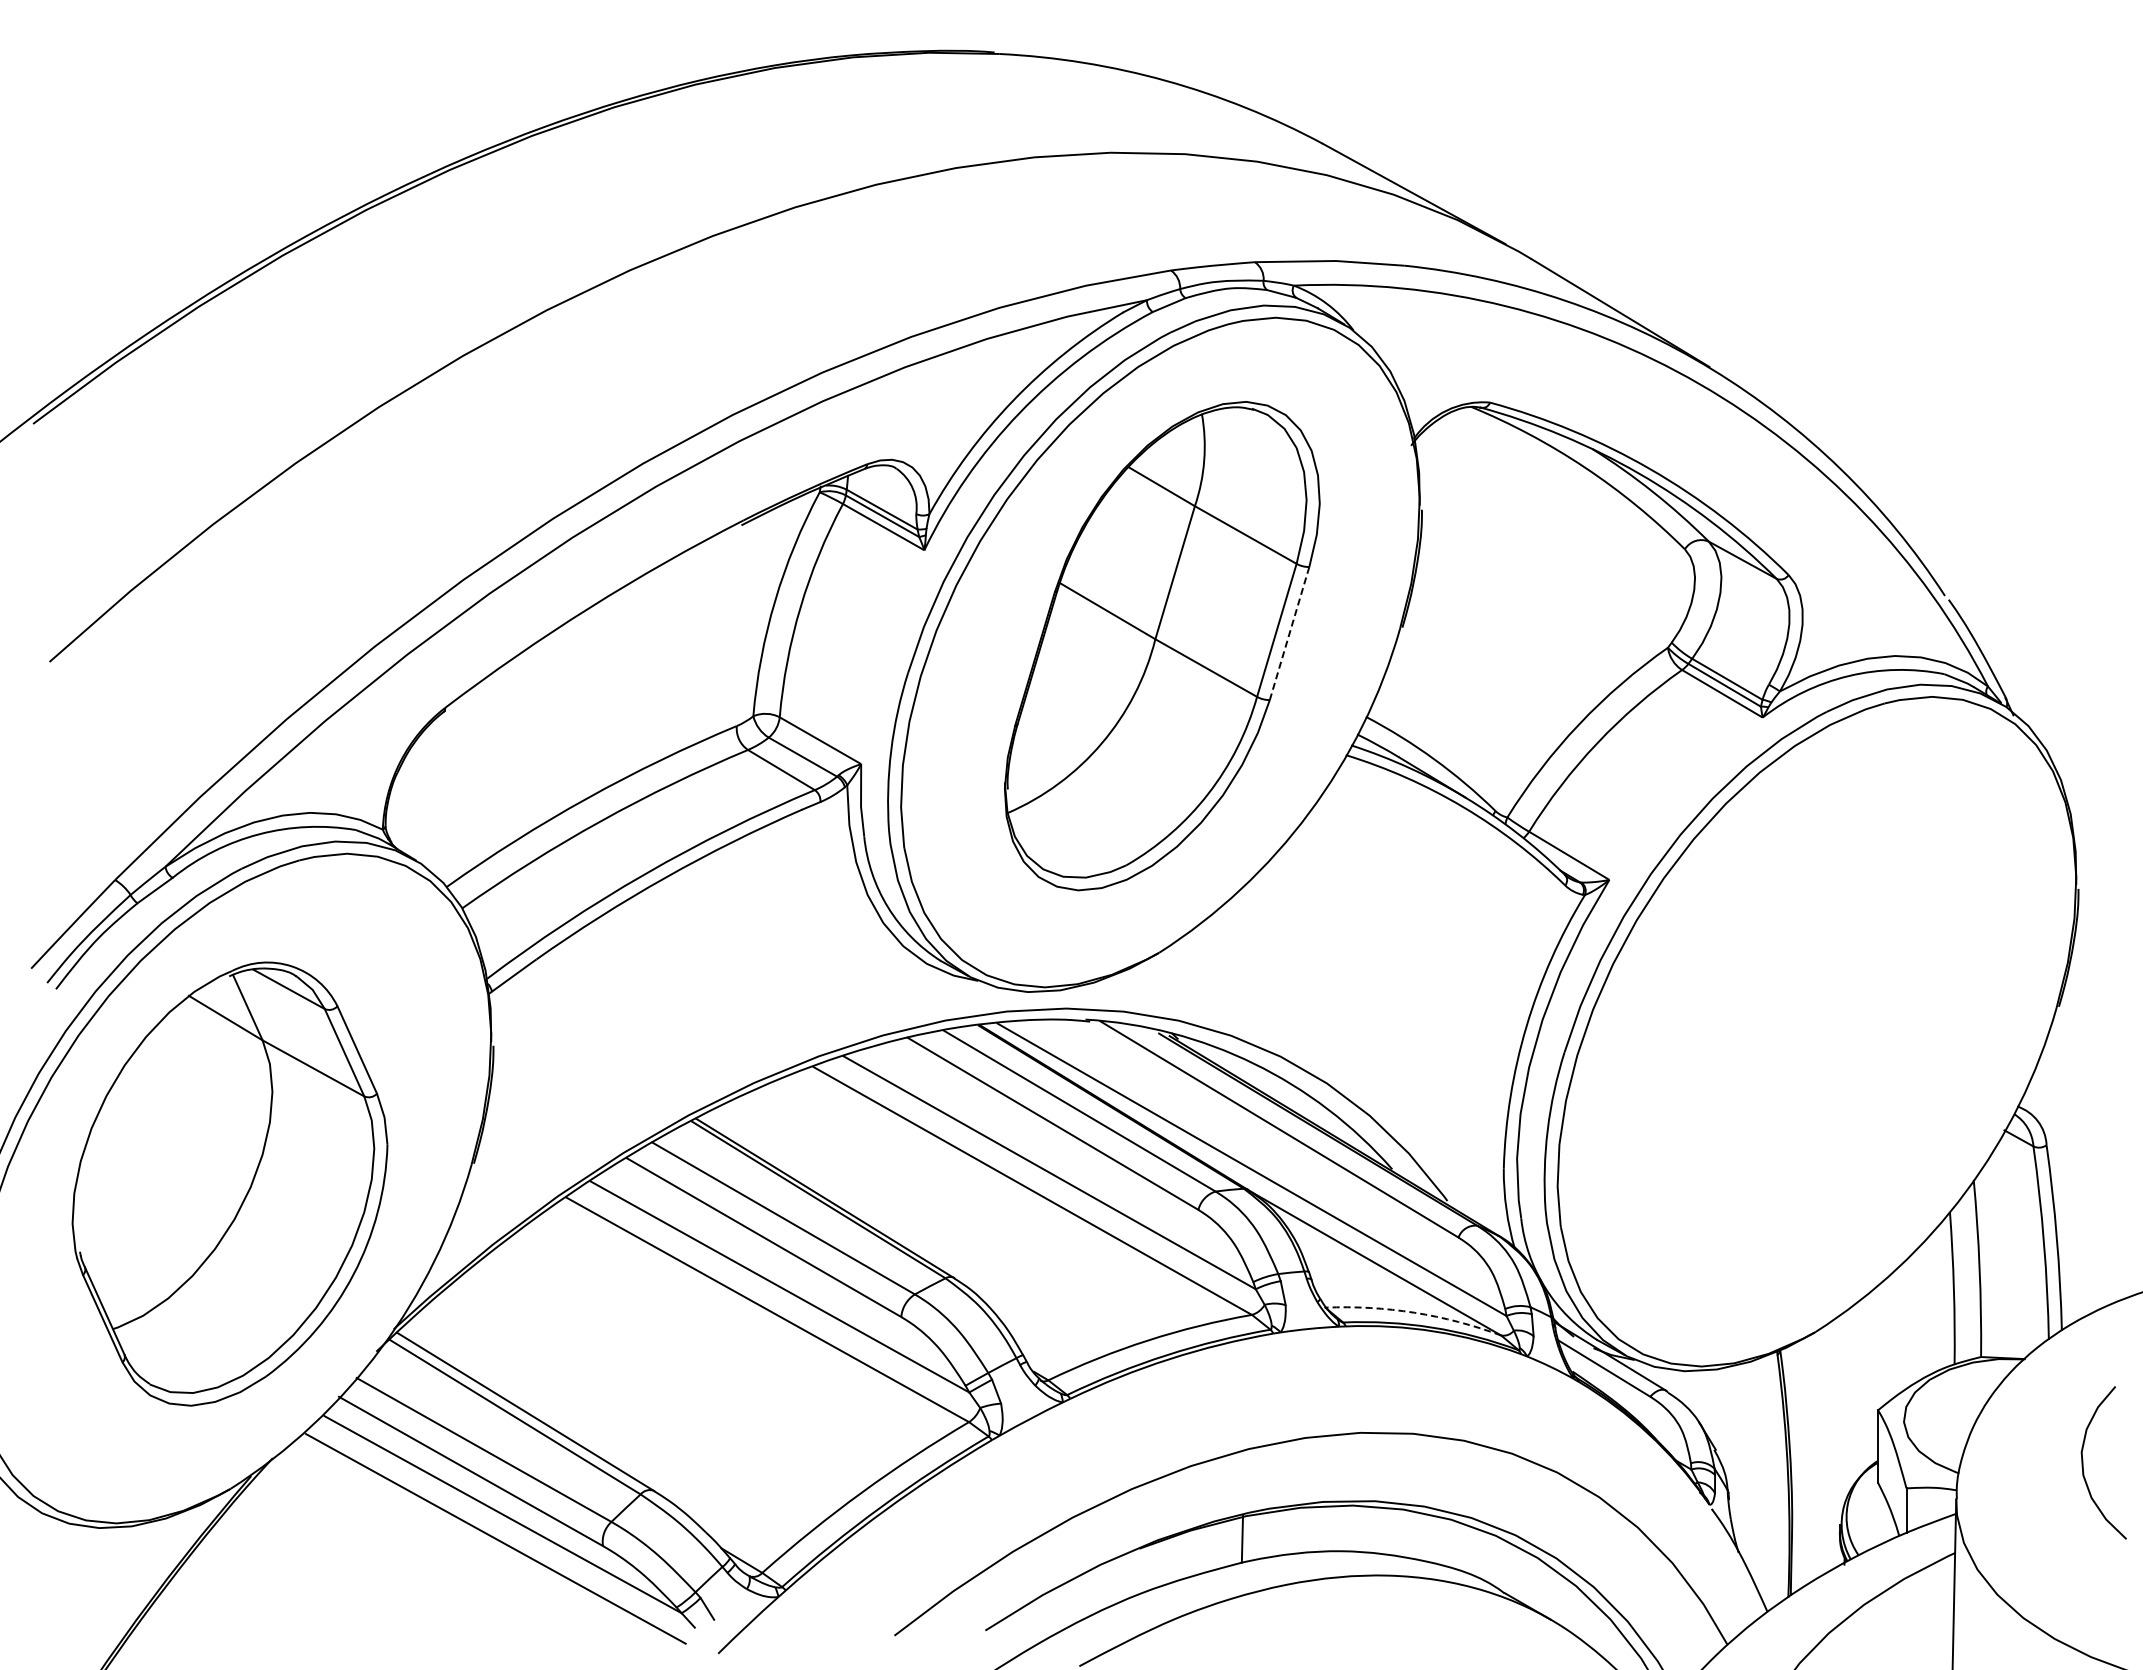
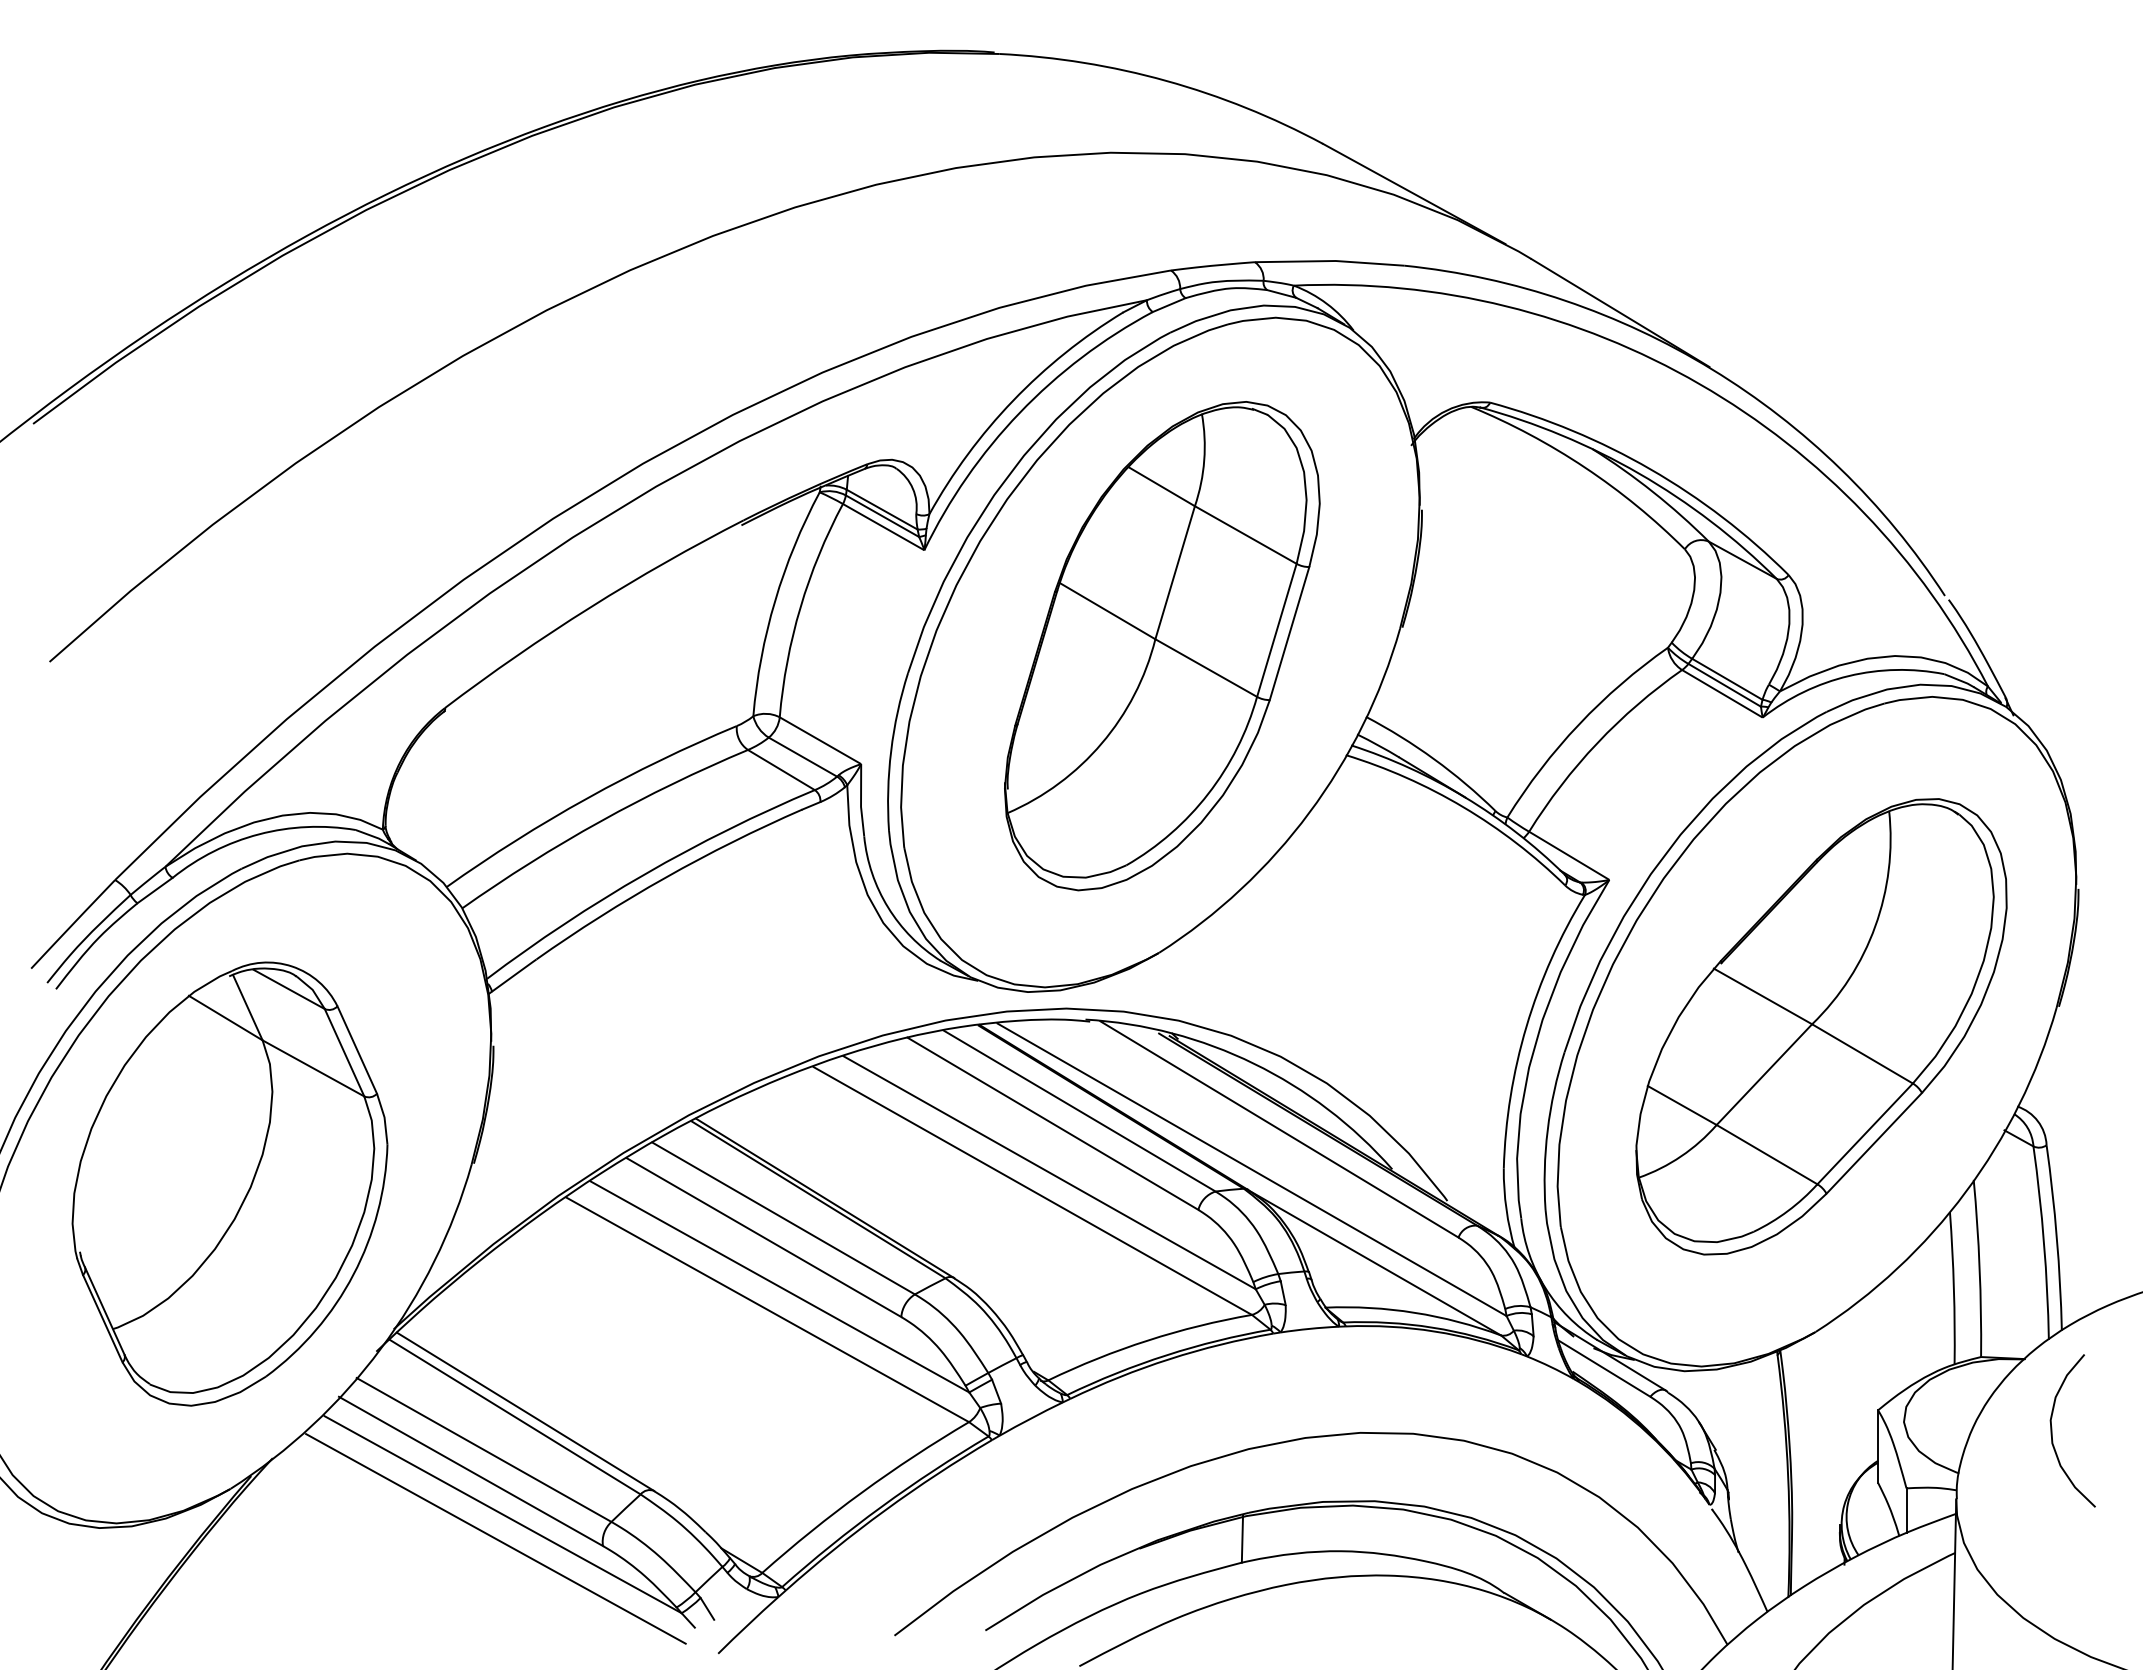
line at (1289, 634): dashed -> solid
part at (1821, 1026): none -> present
arc at (1414, 1312): dashed -> solid
curve at (2083, 1462) position: (2083, 1462) -> (2052, 1430)
